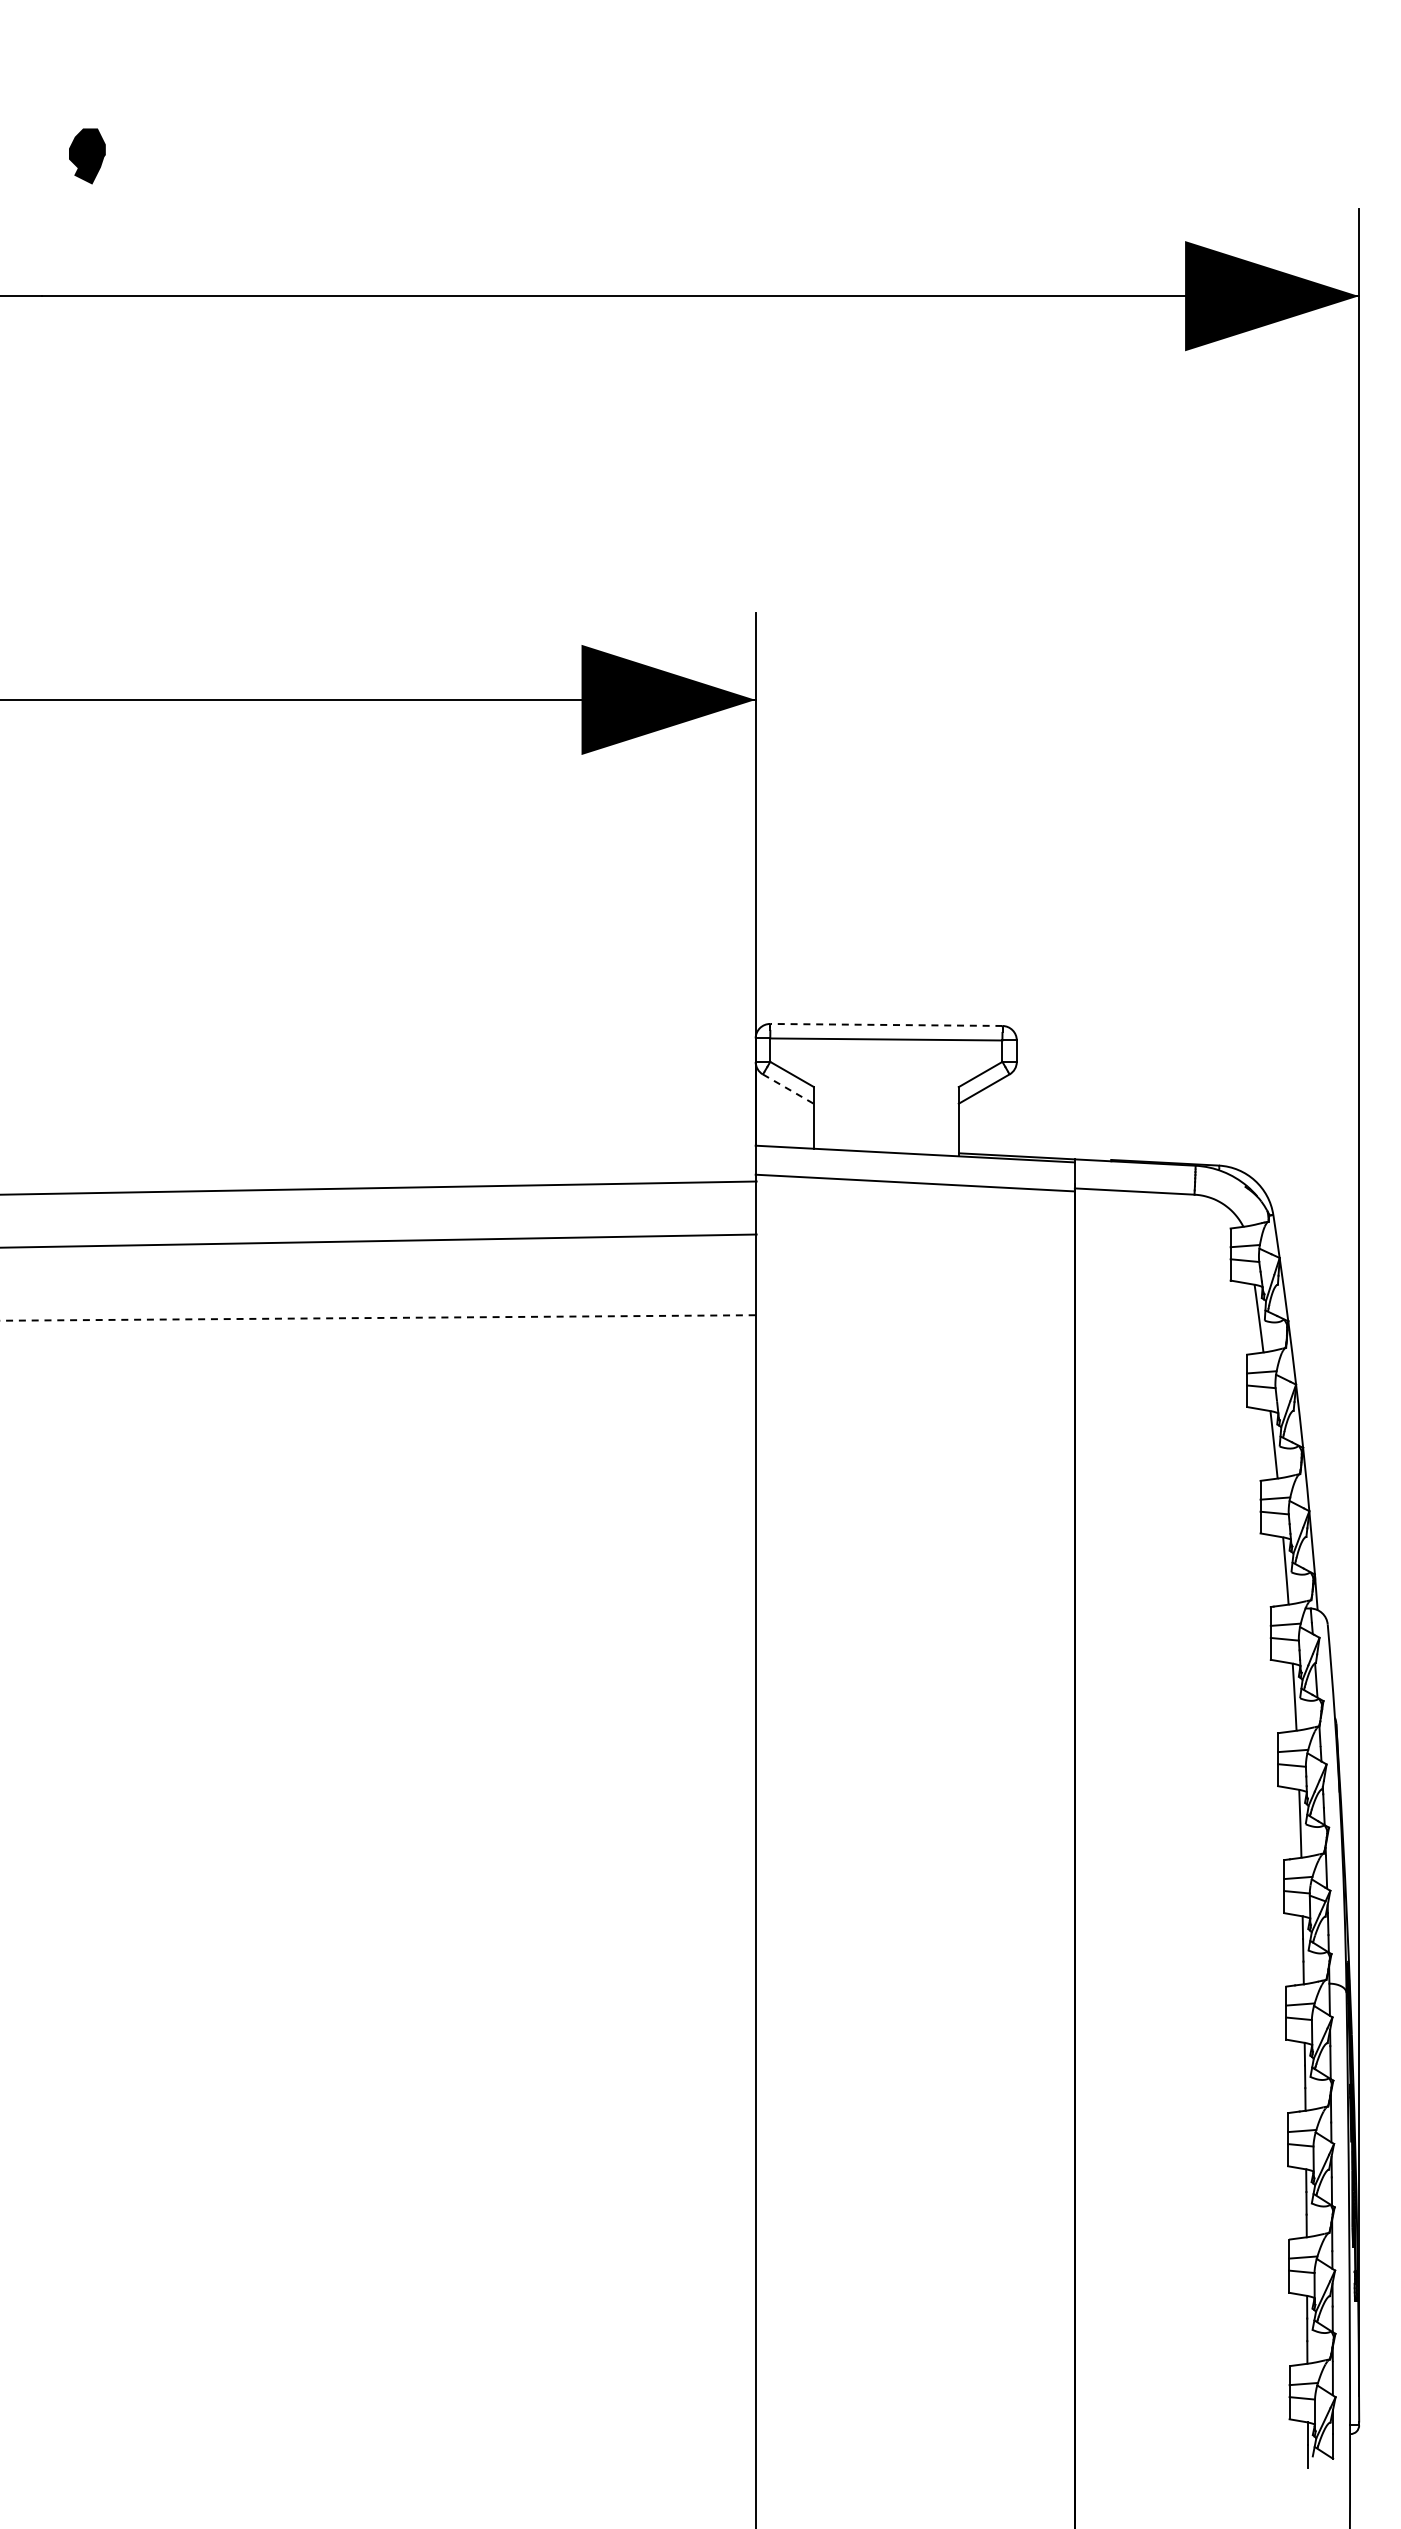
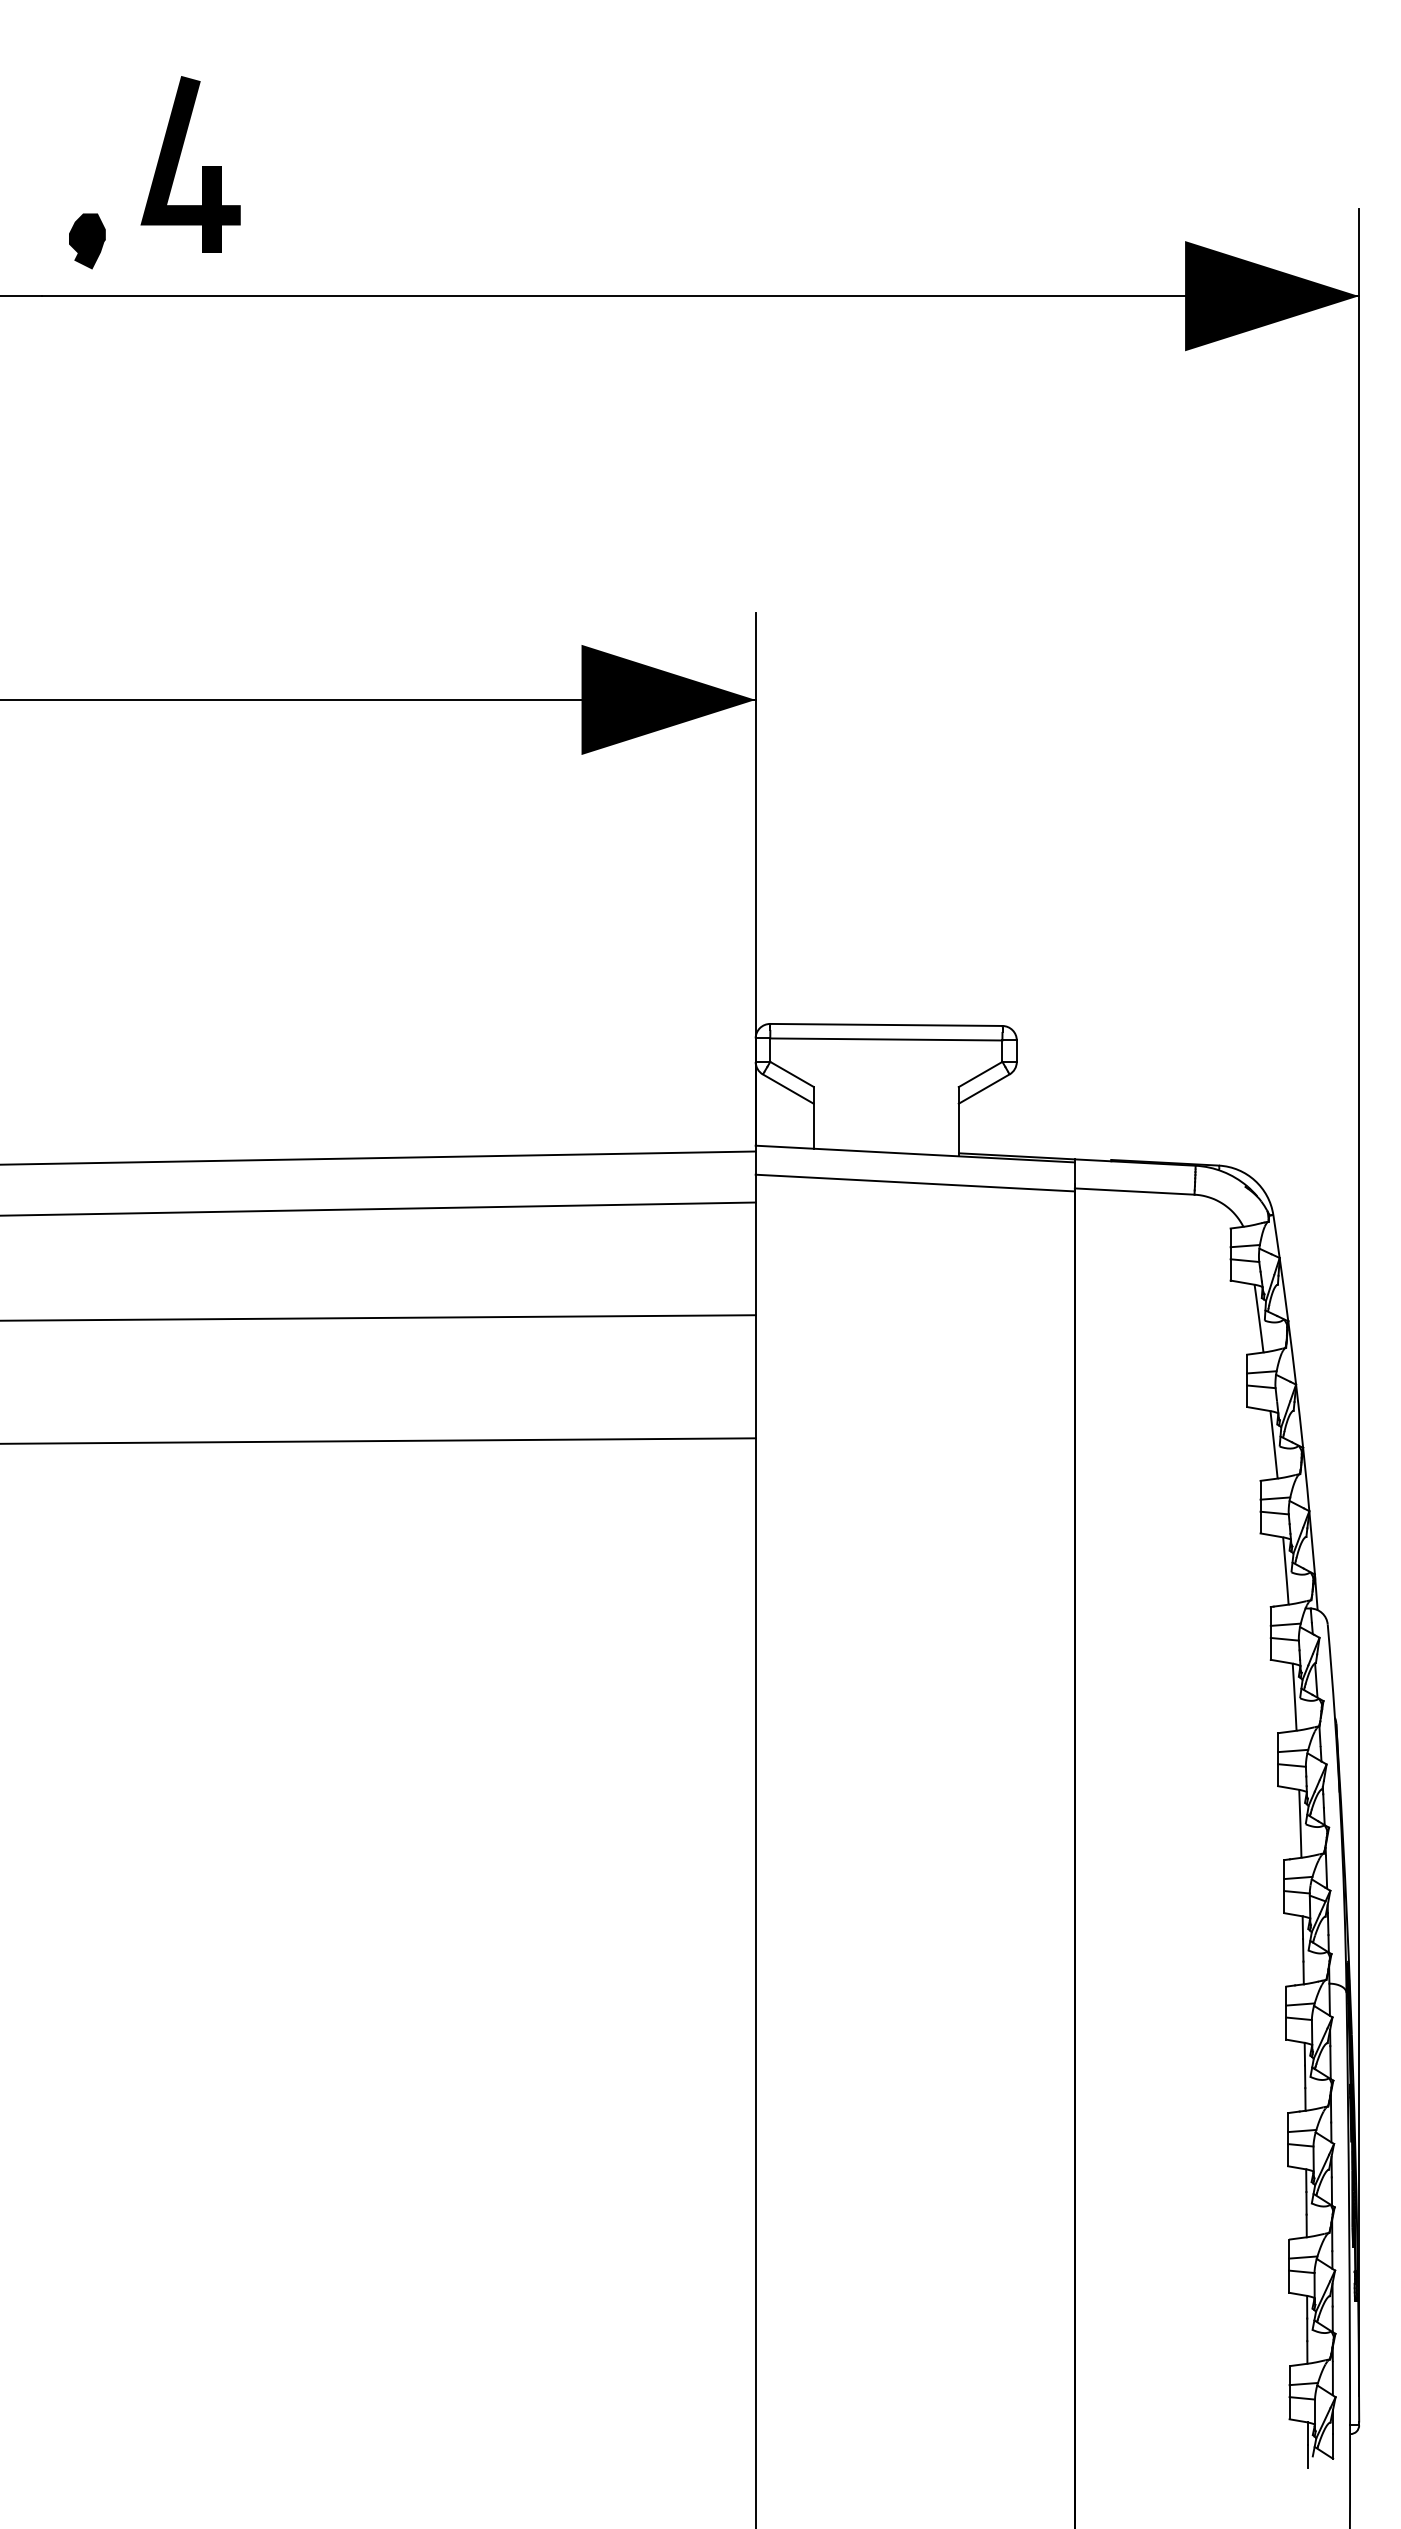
part at (87, 156) position: (87, 156) -> (87, 241)
part at (179, 160): none -> present
line at (885, 1024): dashed -> solid
line at (788, 1089): dashed -> solid
line at (379, 1187) position: (379, 1187) -> (378, 1157)
line at (379, 1240) position: (379, 1240) -> (378, 1208)
line at (378, 1317): dashed -> solid
line at (378, 1440): none -> present
